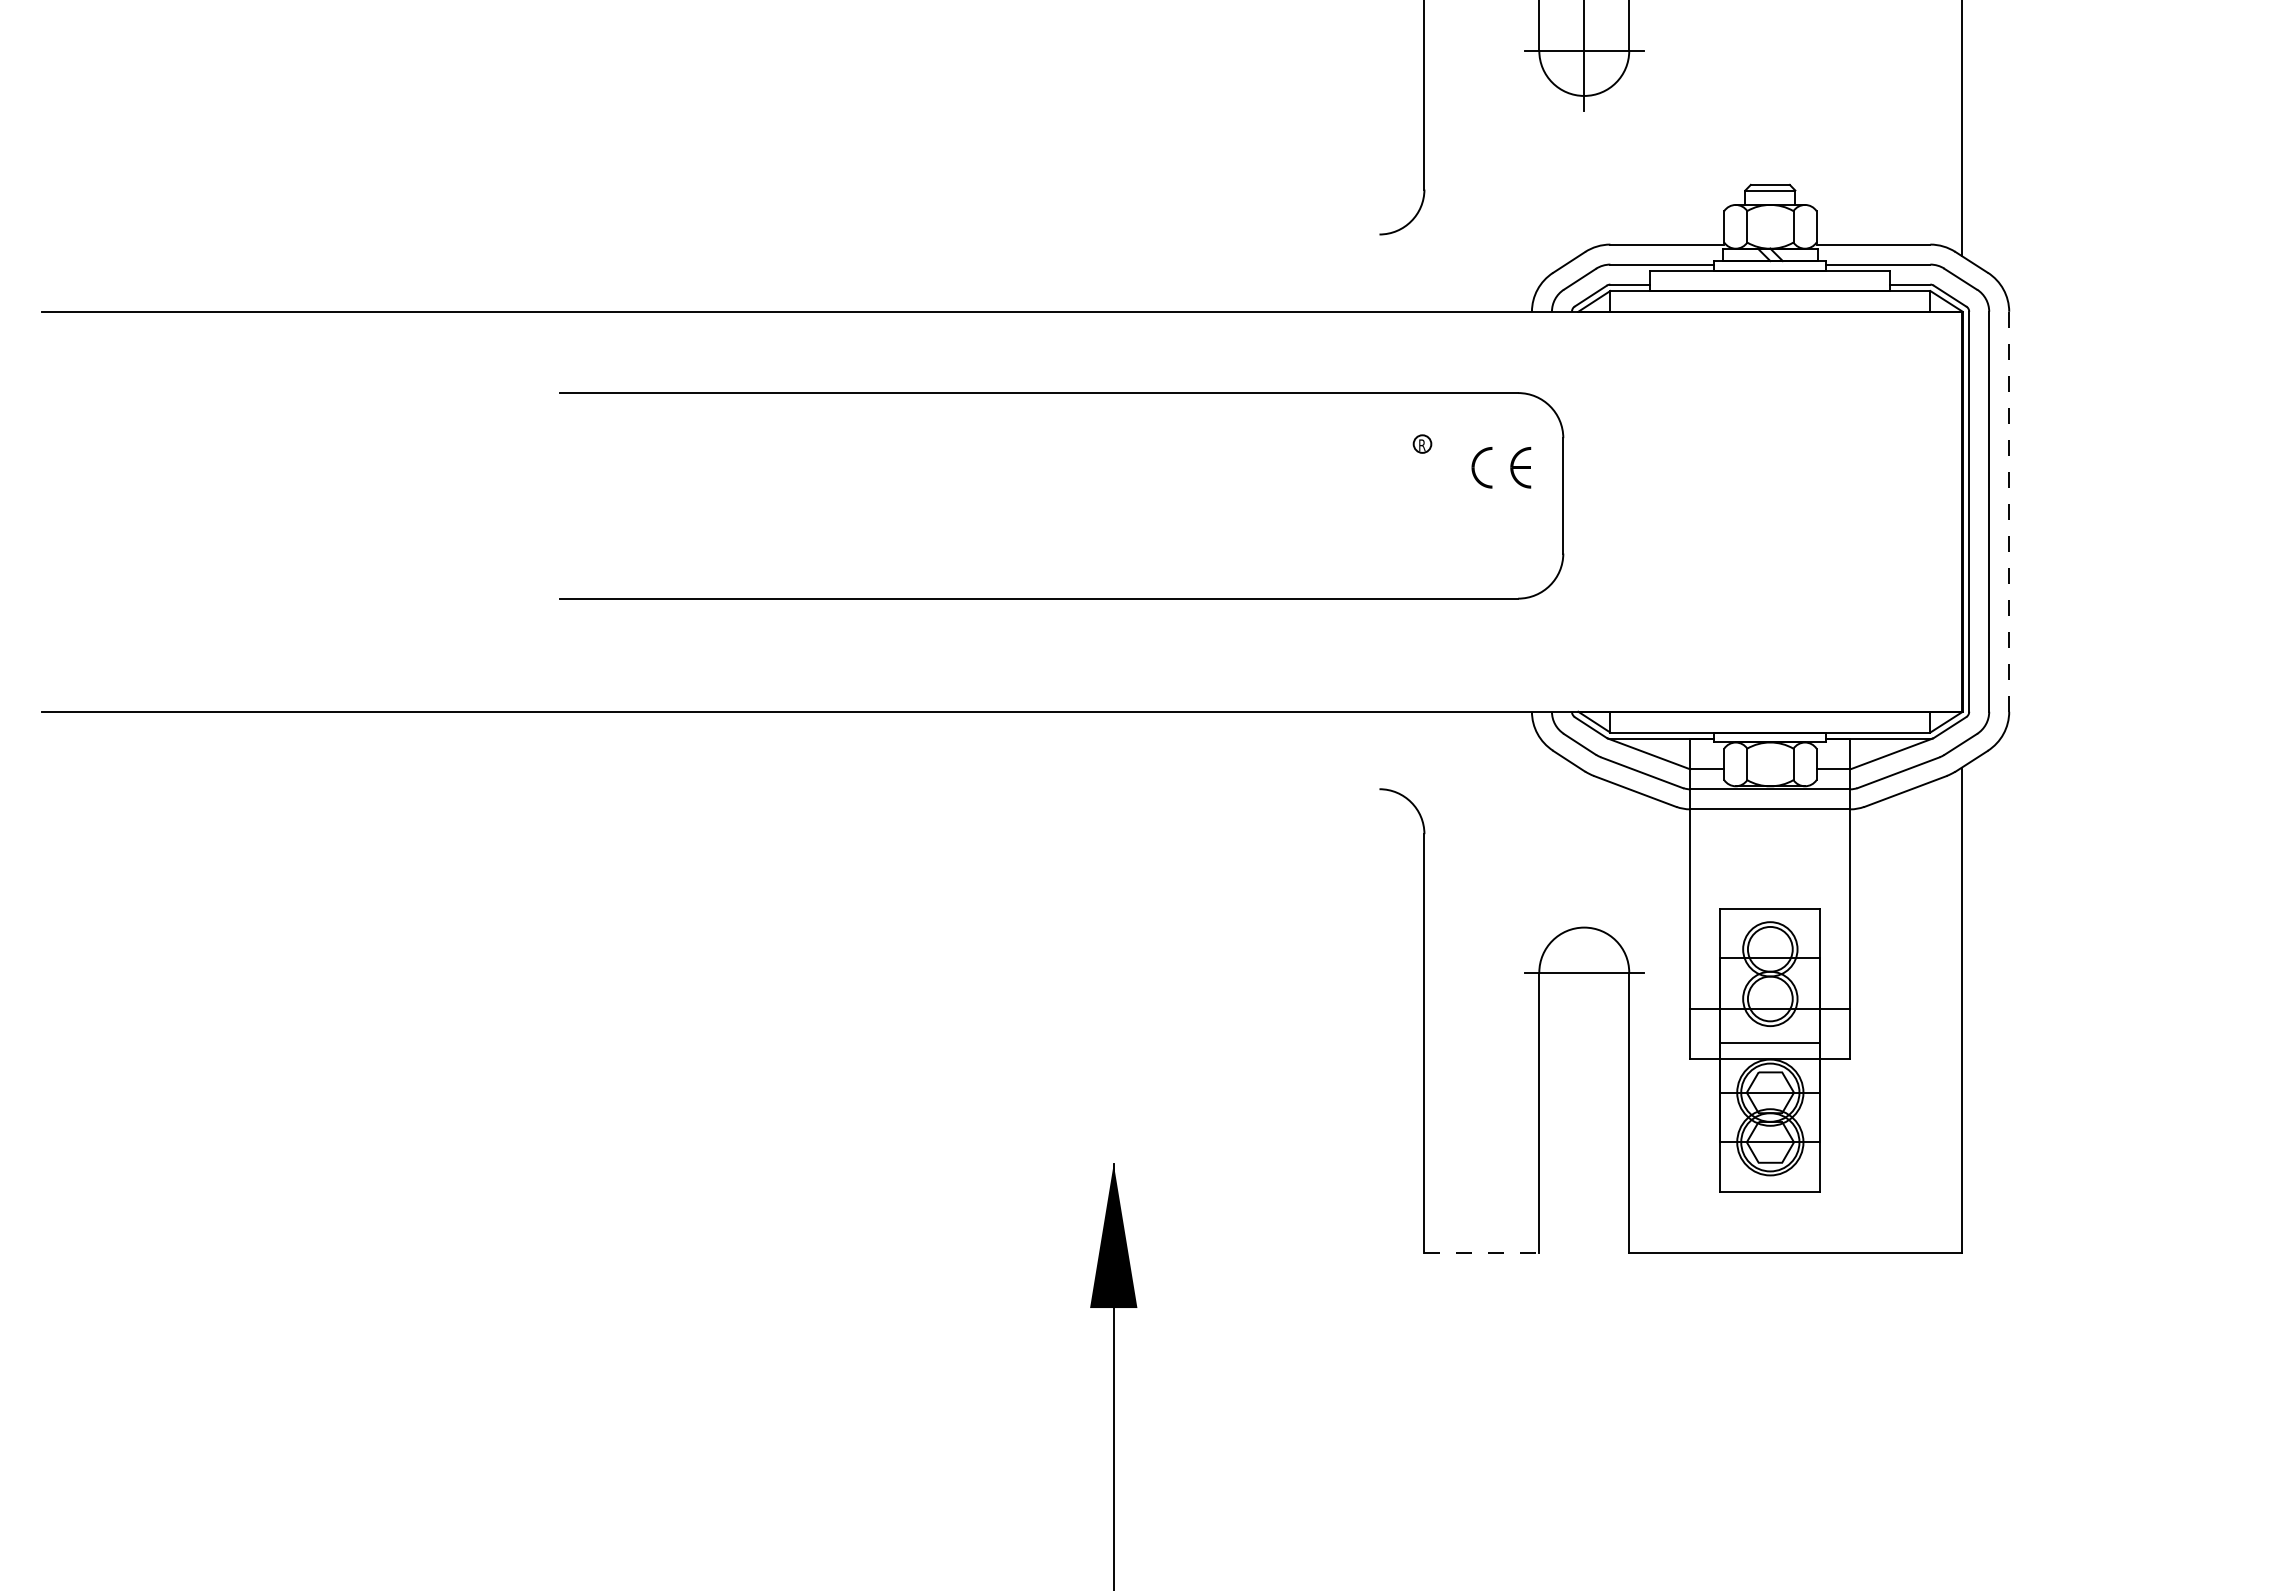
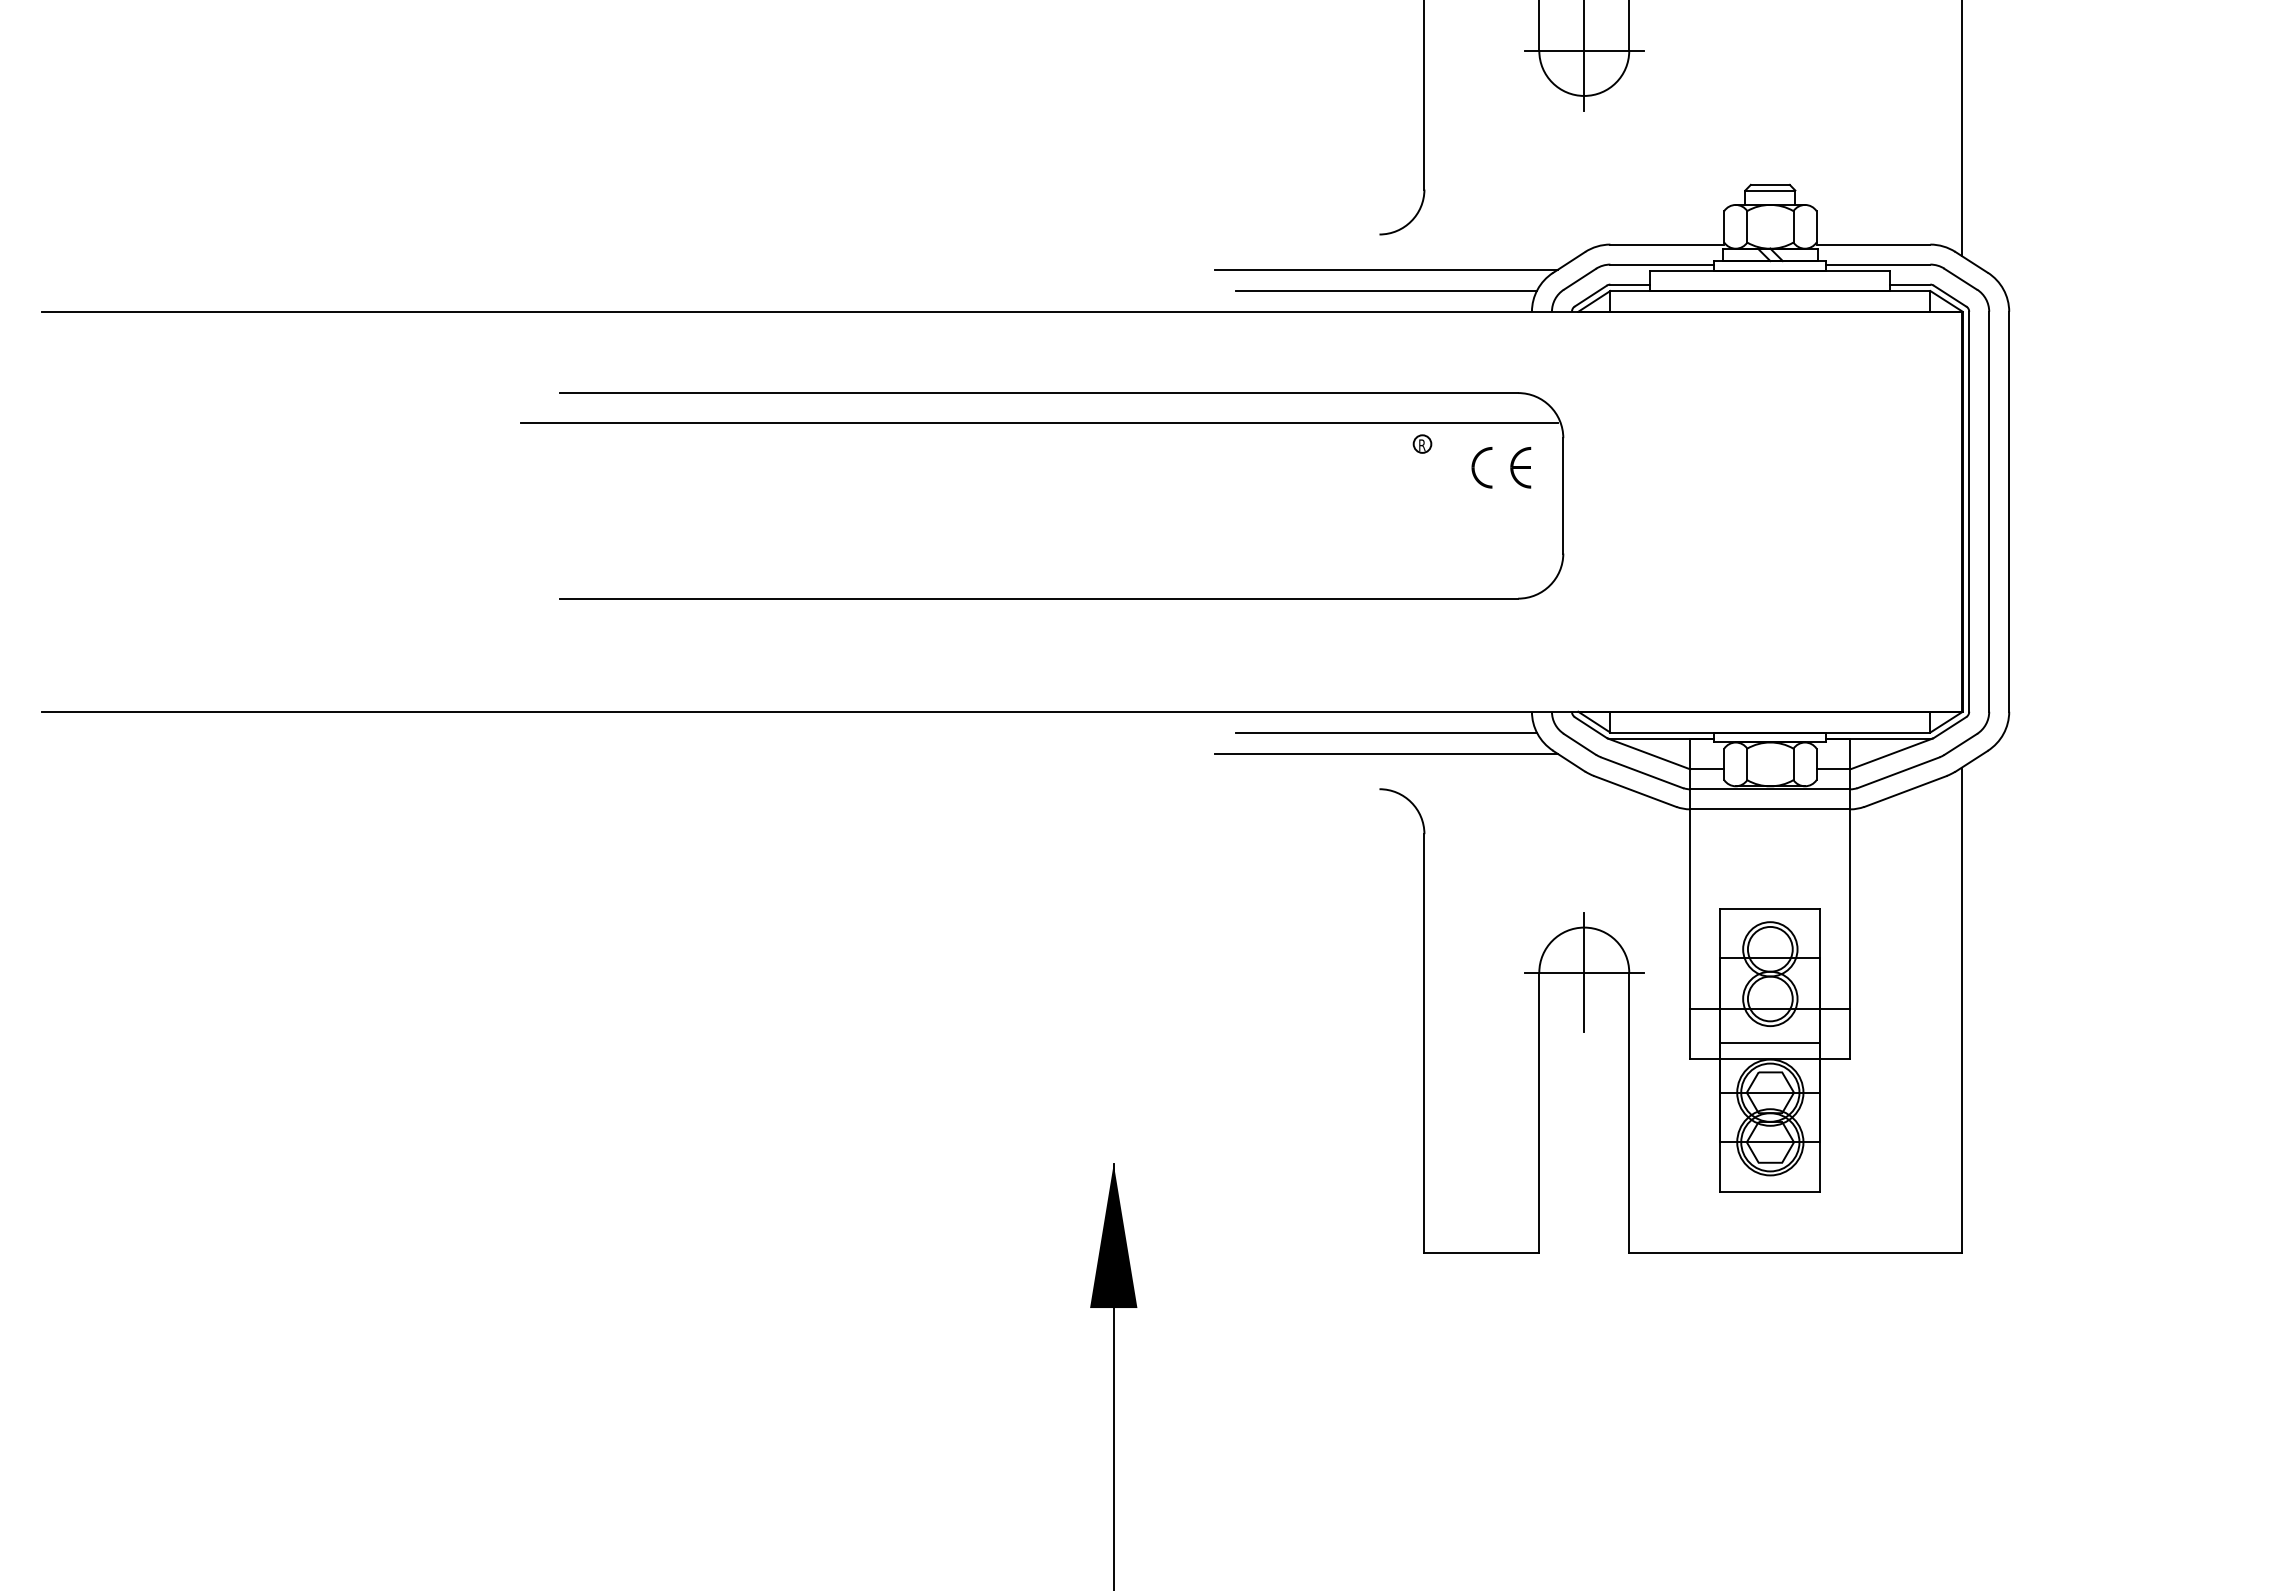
line at (1386, 269): none -> present
line at (1386, 290): none -> present
line at (1039, 422): none -> present
line at (2009, 511): dashed -> solid
line at (1386, 732): none -> present
line at (1386, 754): none -> present
line at (1584, 972): none -> present
line at (1482, 1252): dashed -> solid
